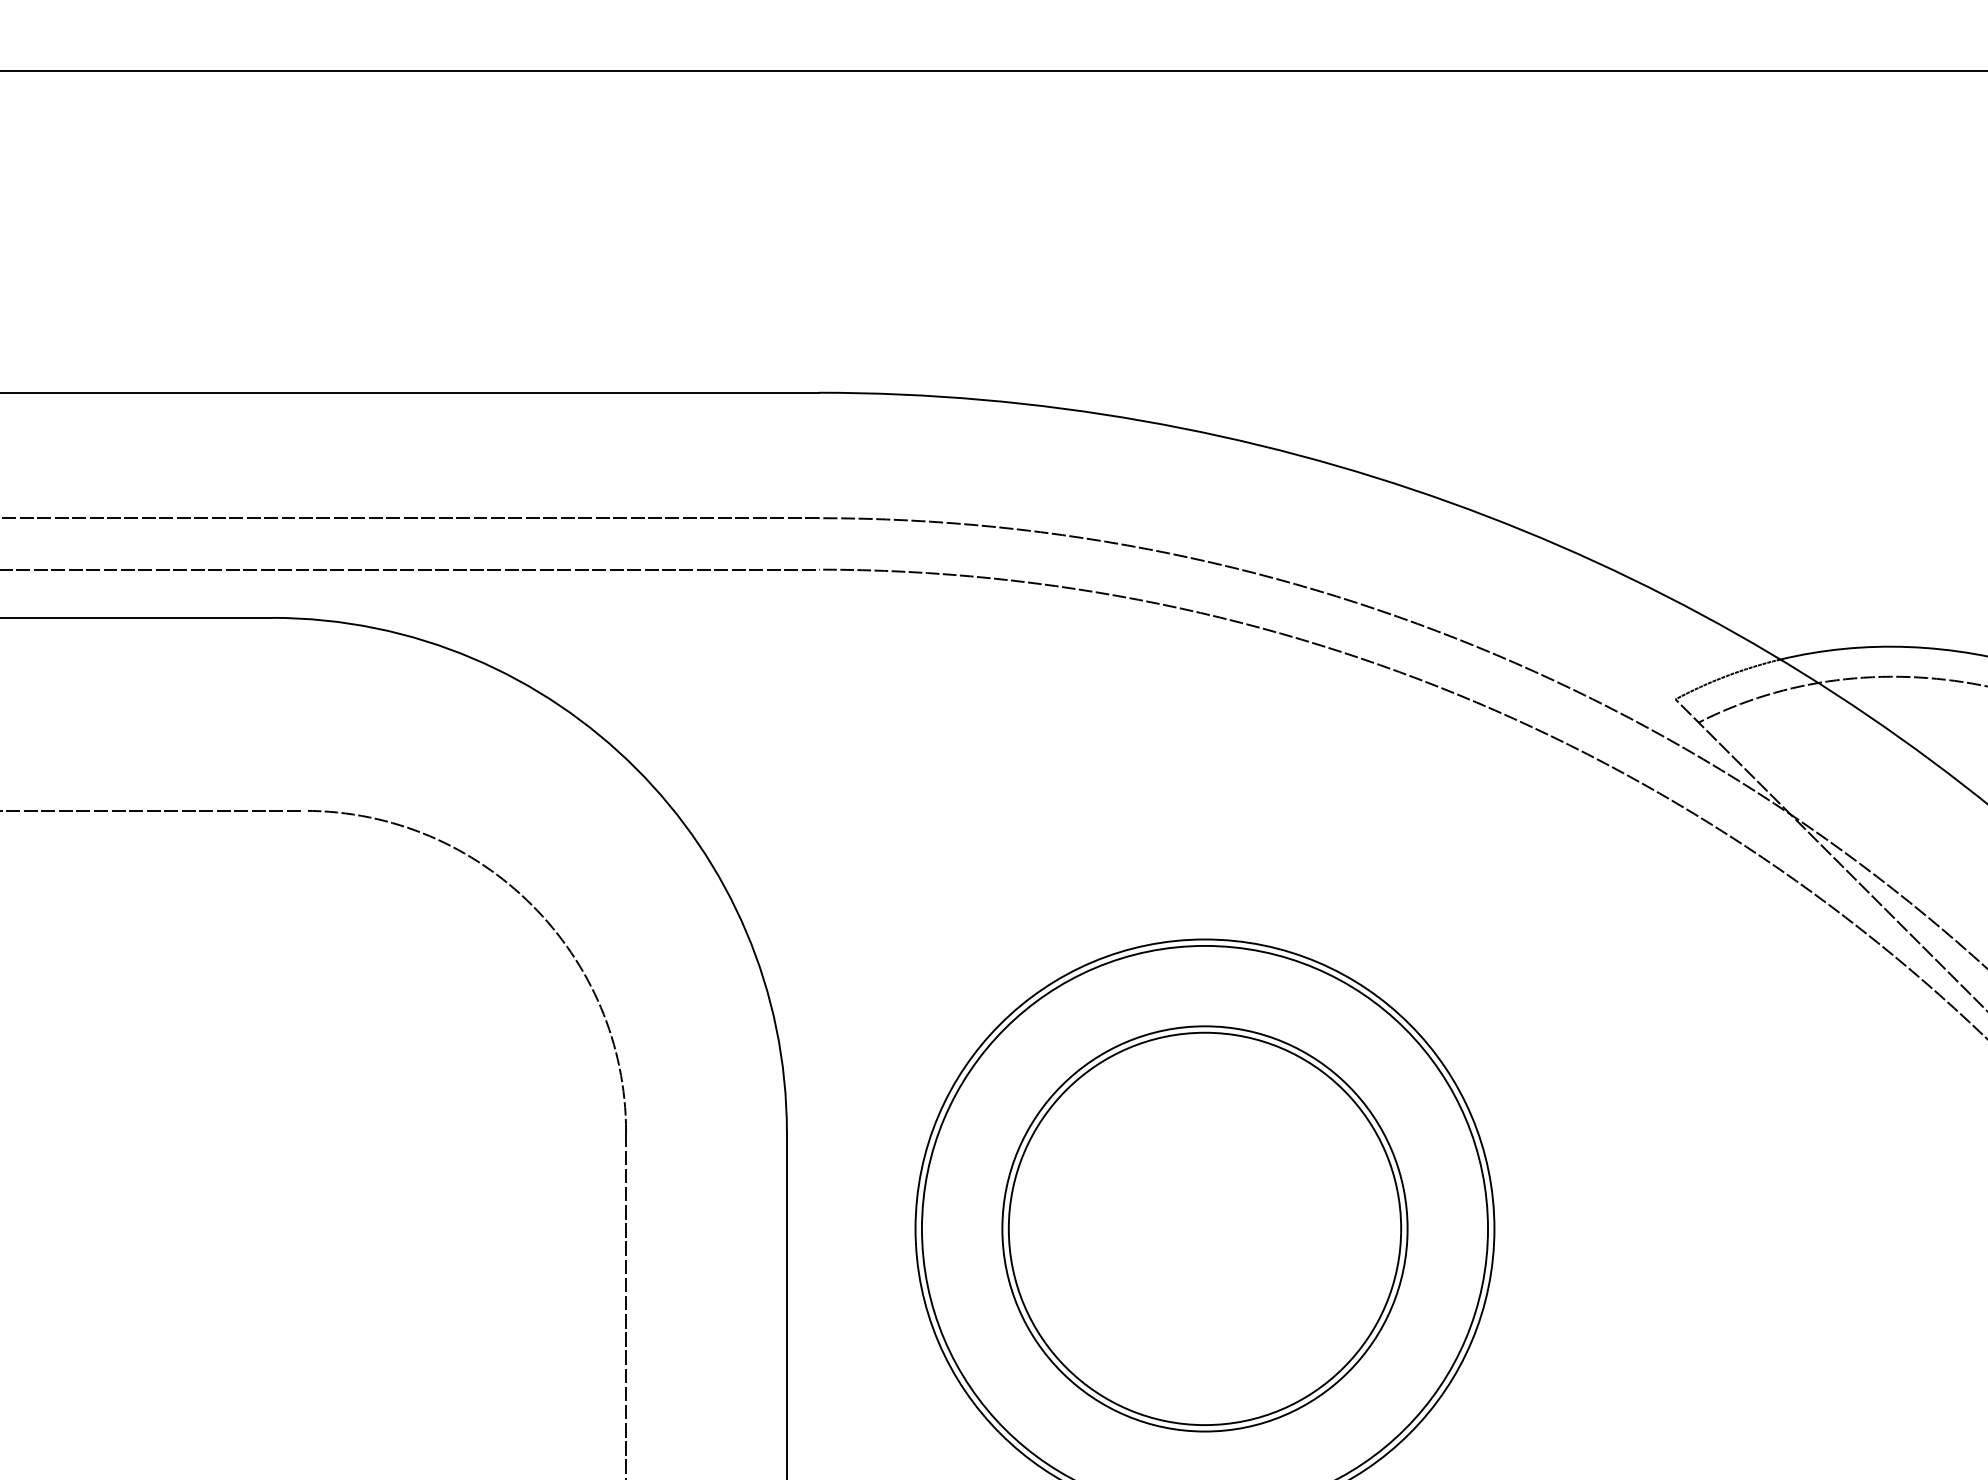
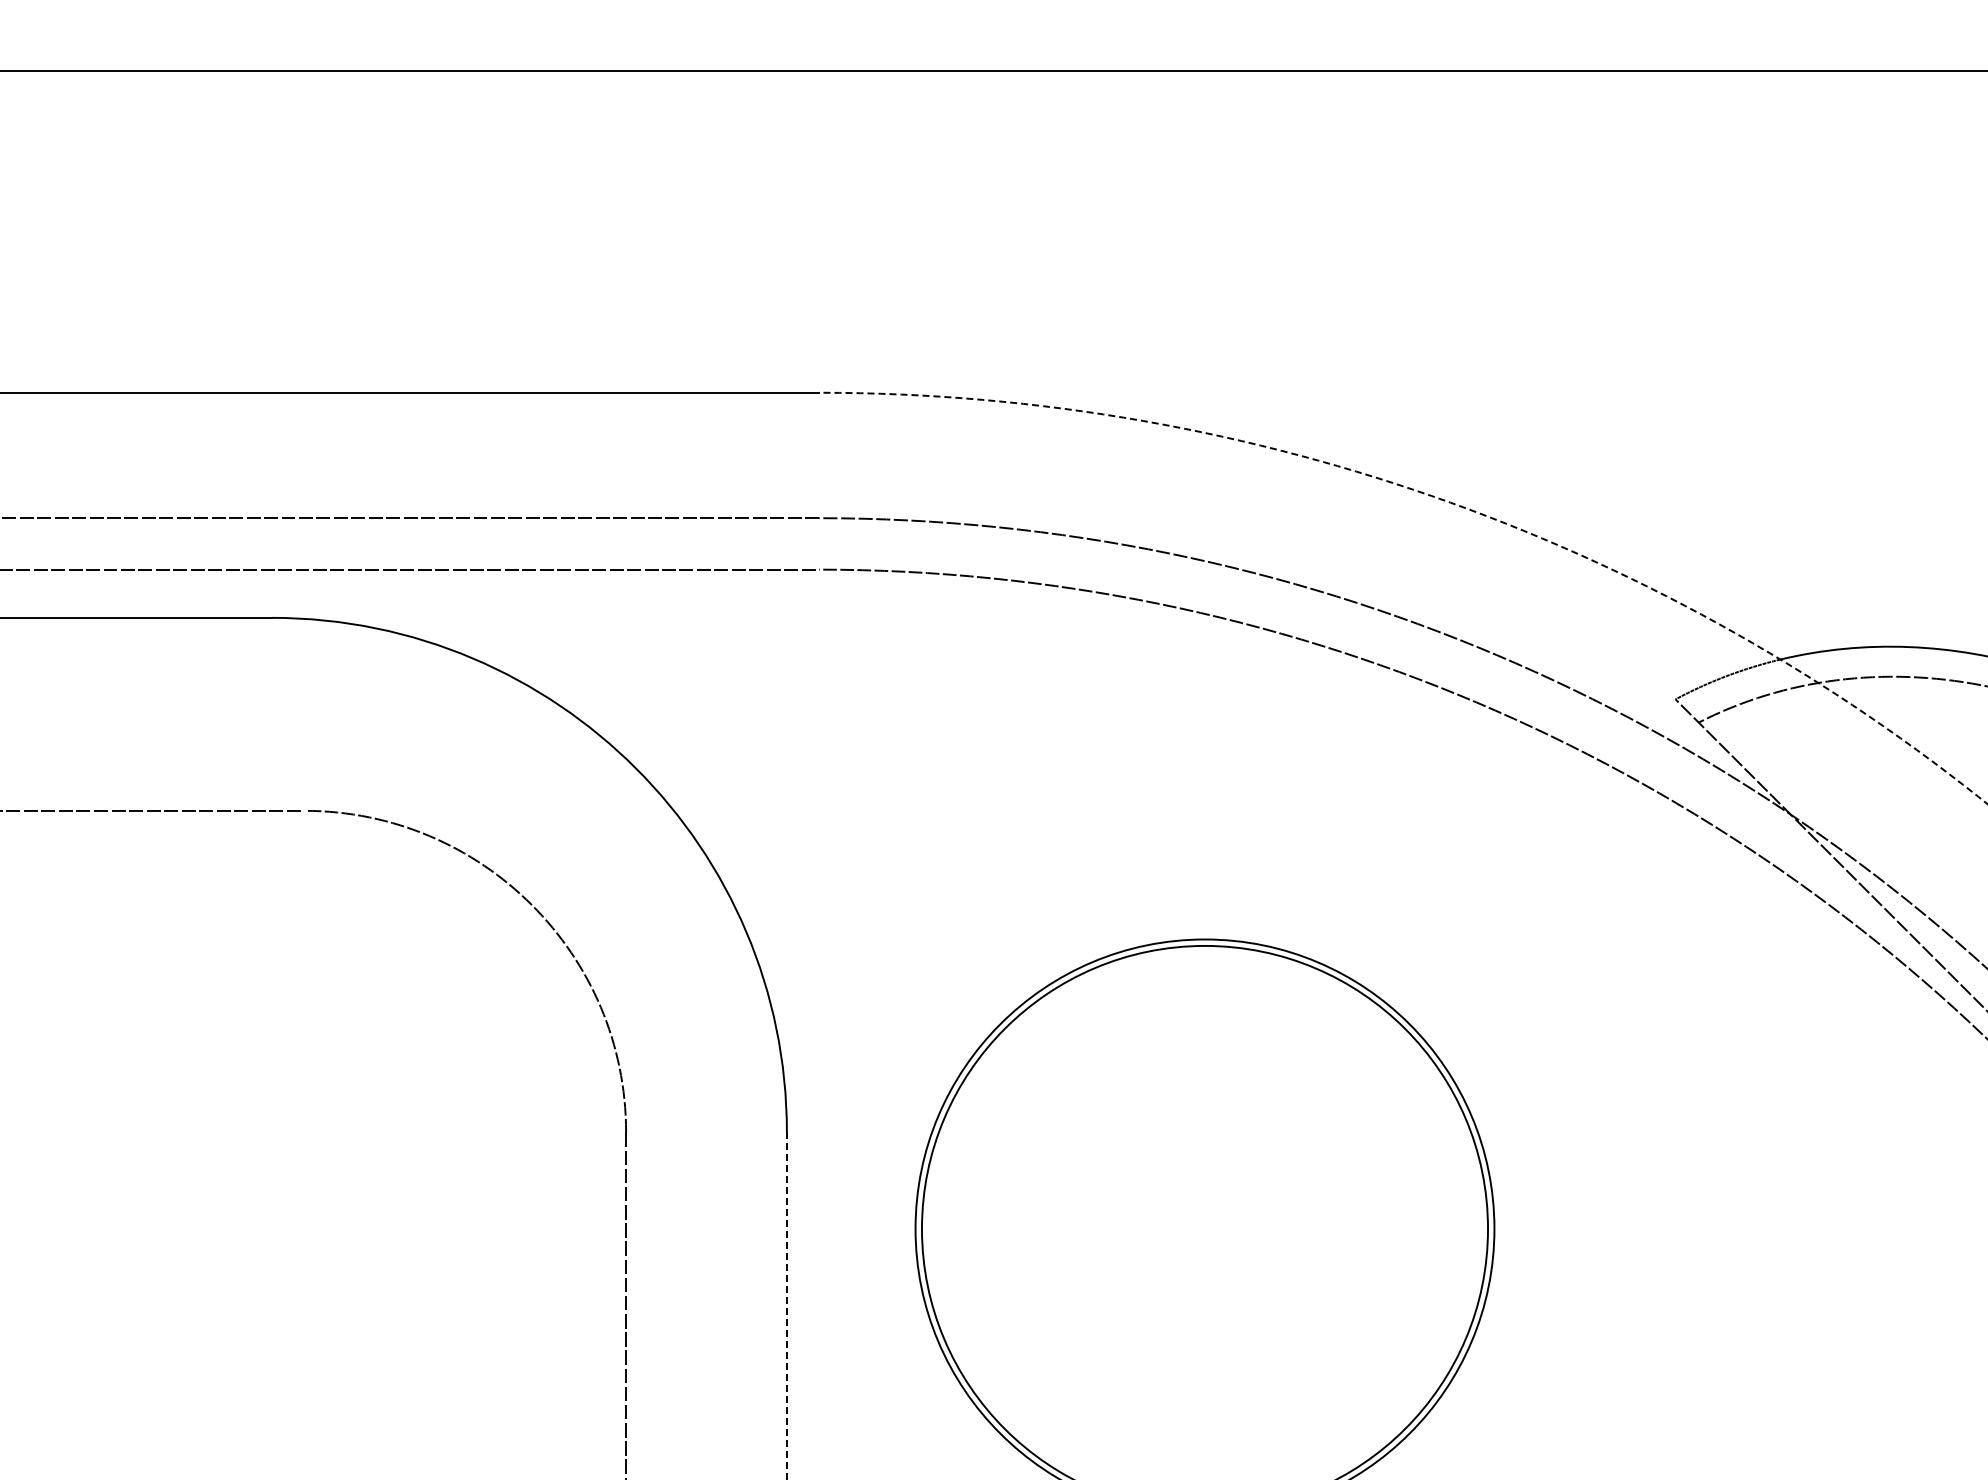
arc at (1441, 499): solid -> dashed
part at (1204, 1228): present -> none
line at (786, 1306): solid -> dashed
